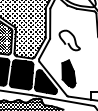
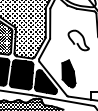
curve at (69, 43) position: (69, 43) -> (78, 43)
